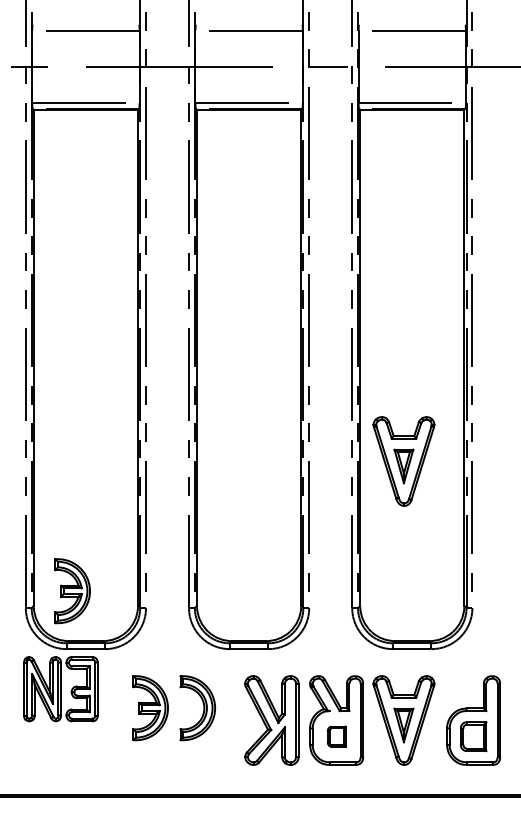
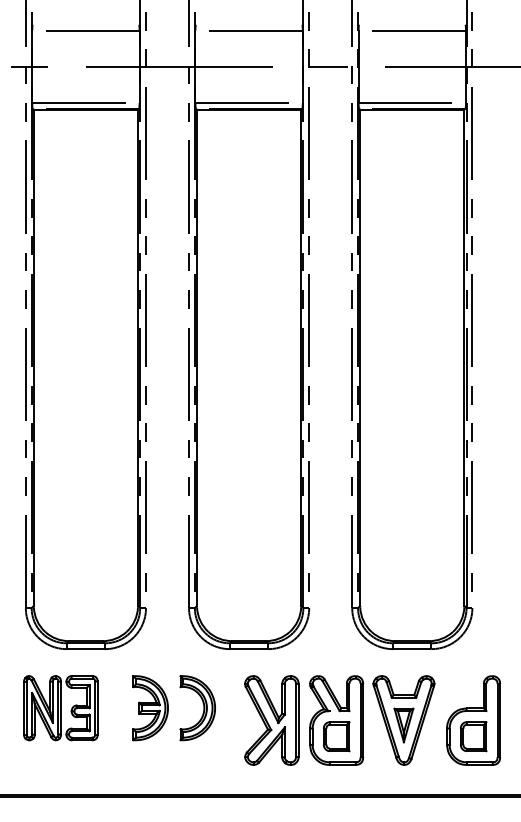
part at (403, 461): present -> none
part at (72, 591): present -> none
part at (60, 689) position: (60, 689) -> (60, 708)
part at (336, 736) size: 21x23 px -> 28x32 px
